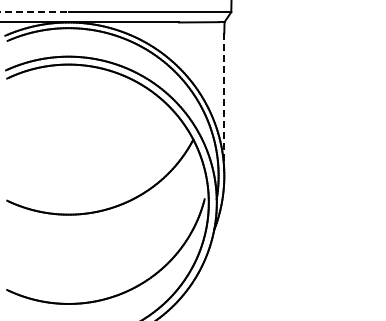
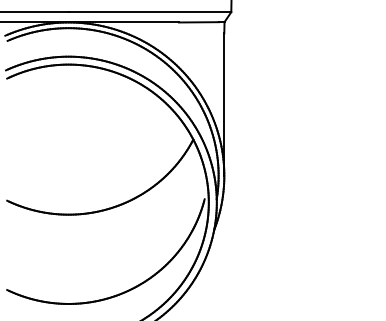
line at (34, 12): dashed -> solid
line at (224, 105): dashed -> solid
